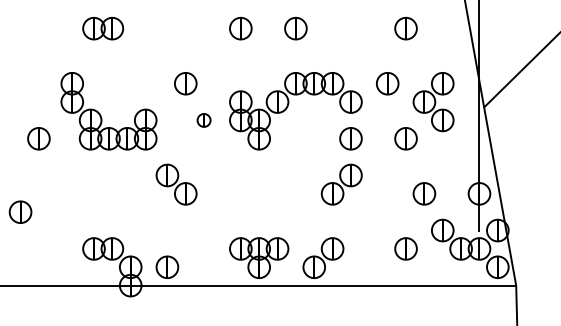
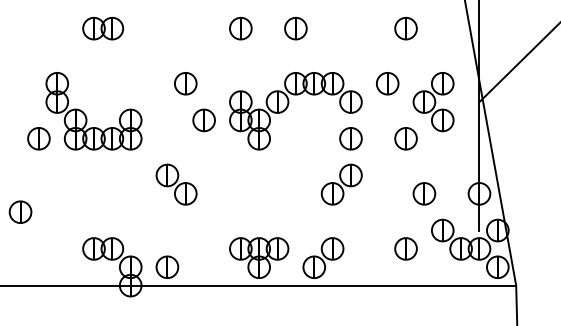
line at (520, 70) position: (520, 70) -> (518, 63)
part at (101, 115) position: (101, 115) -> (86, 115)
part at (203, 120) size: 16x15 px -> 24x25 px
